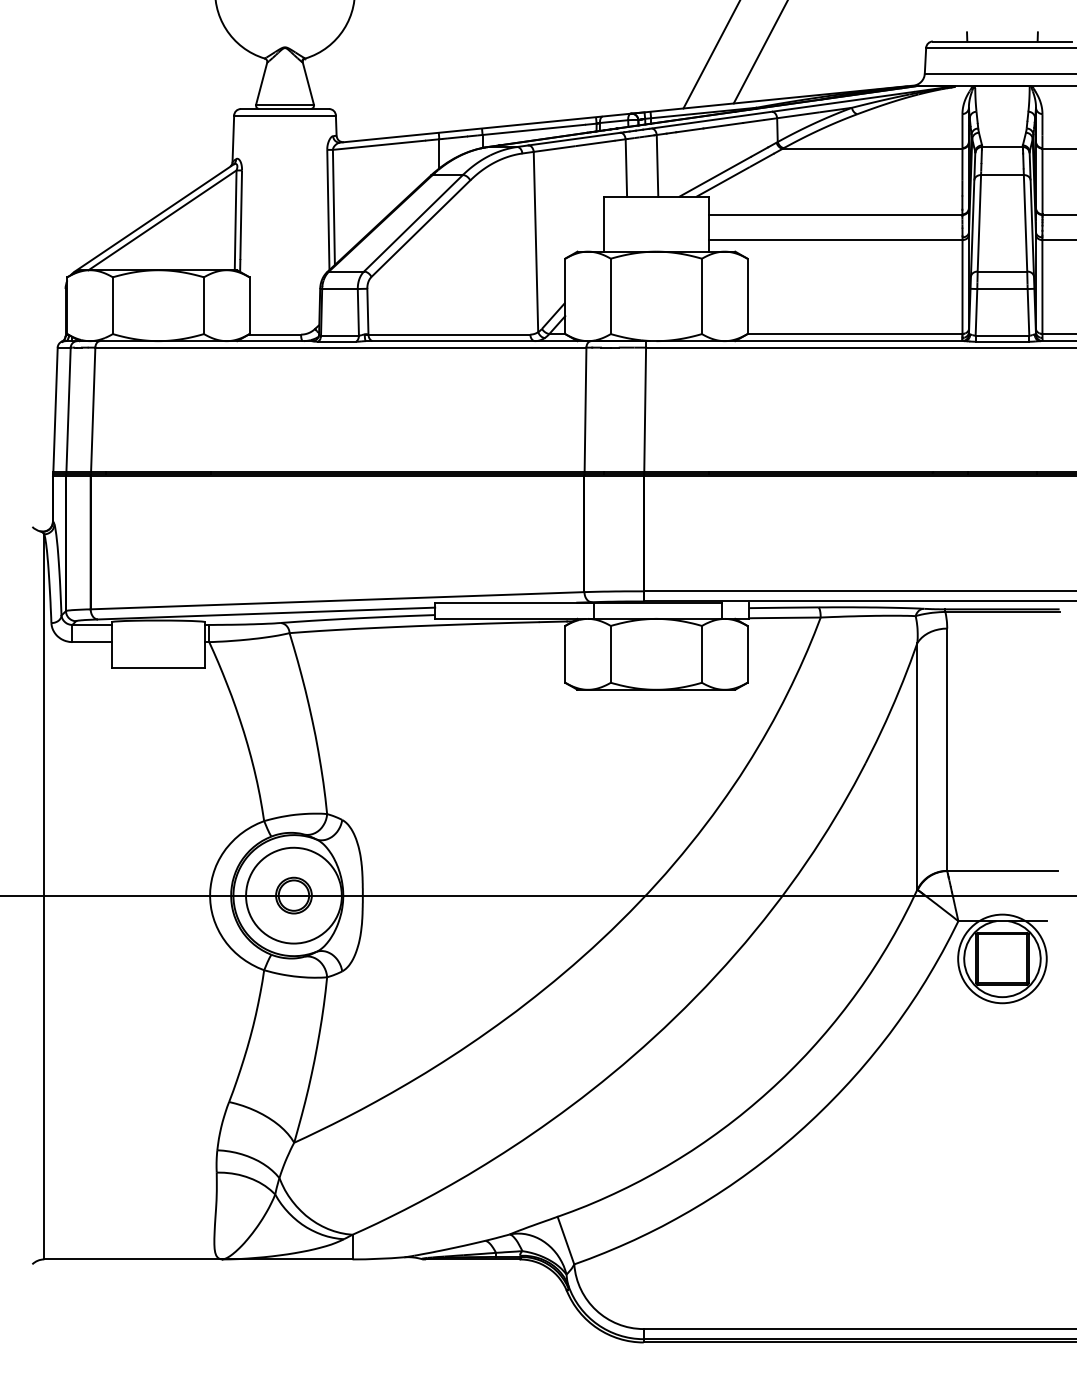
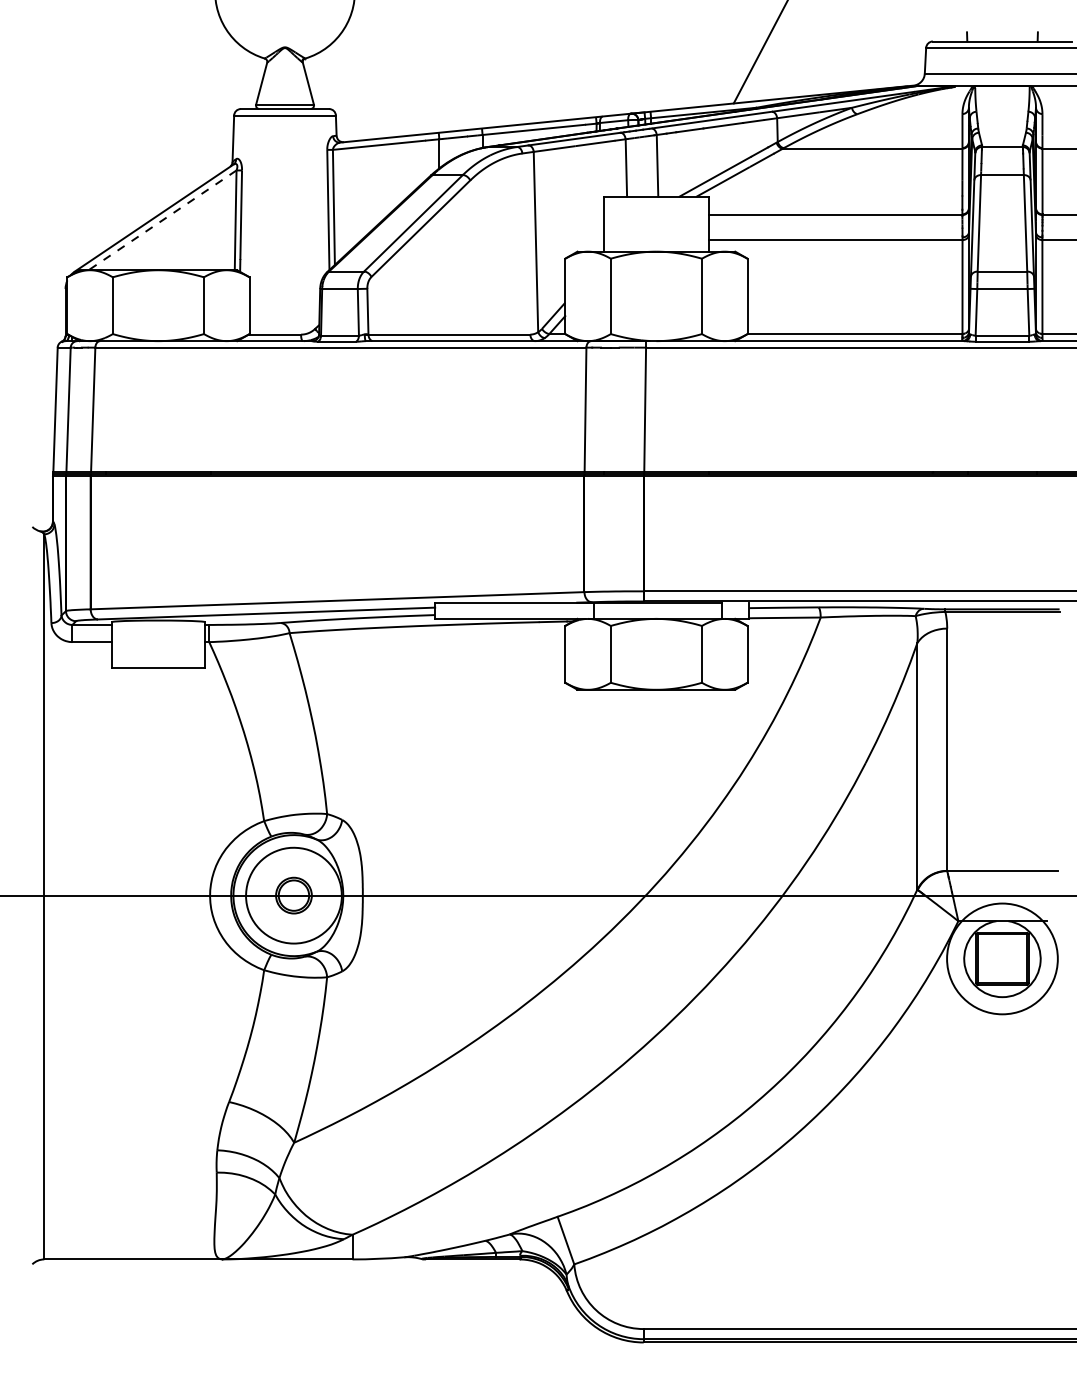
line at (711, 55): present -> none
line at (162, 220): solid -> dashed
circle at (1002, 958) diameter: 89 px -> 111 px
